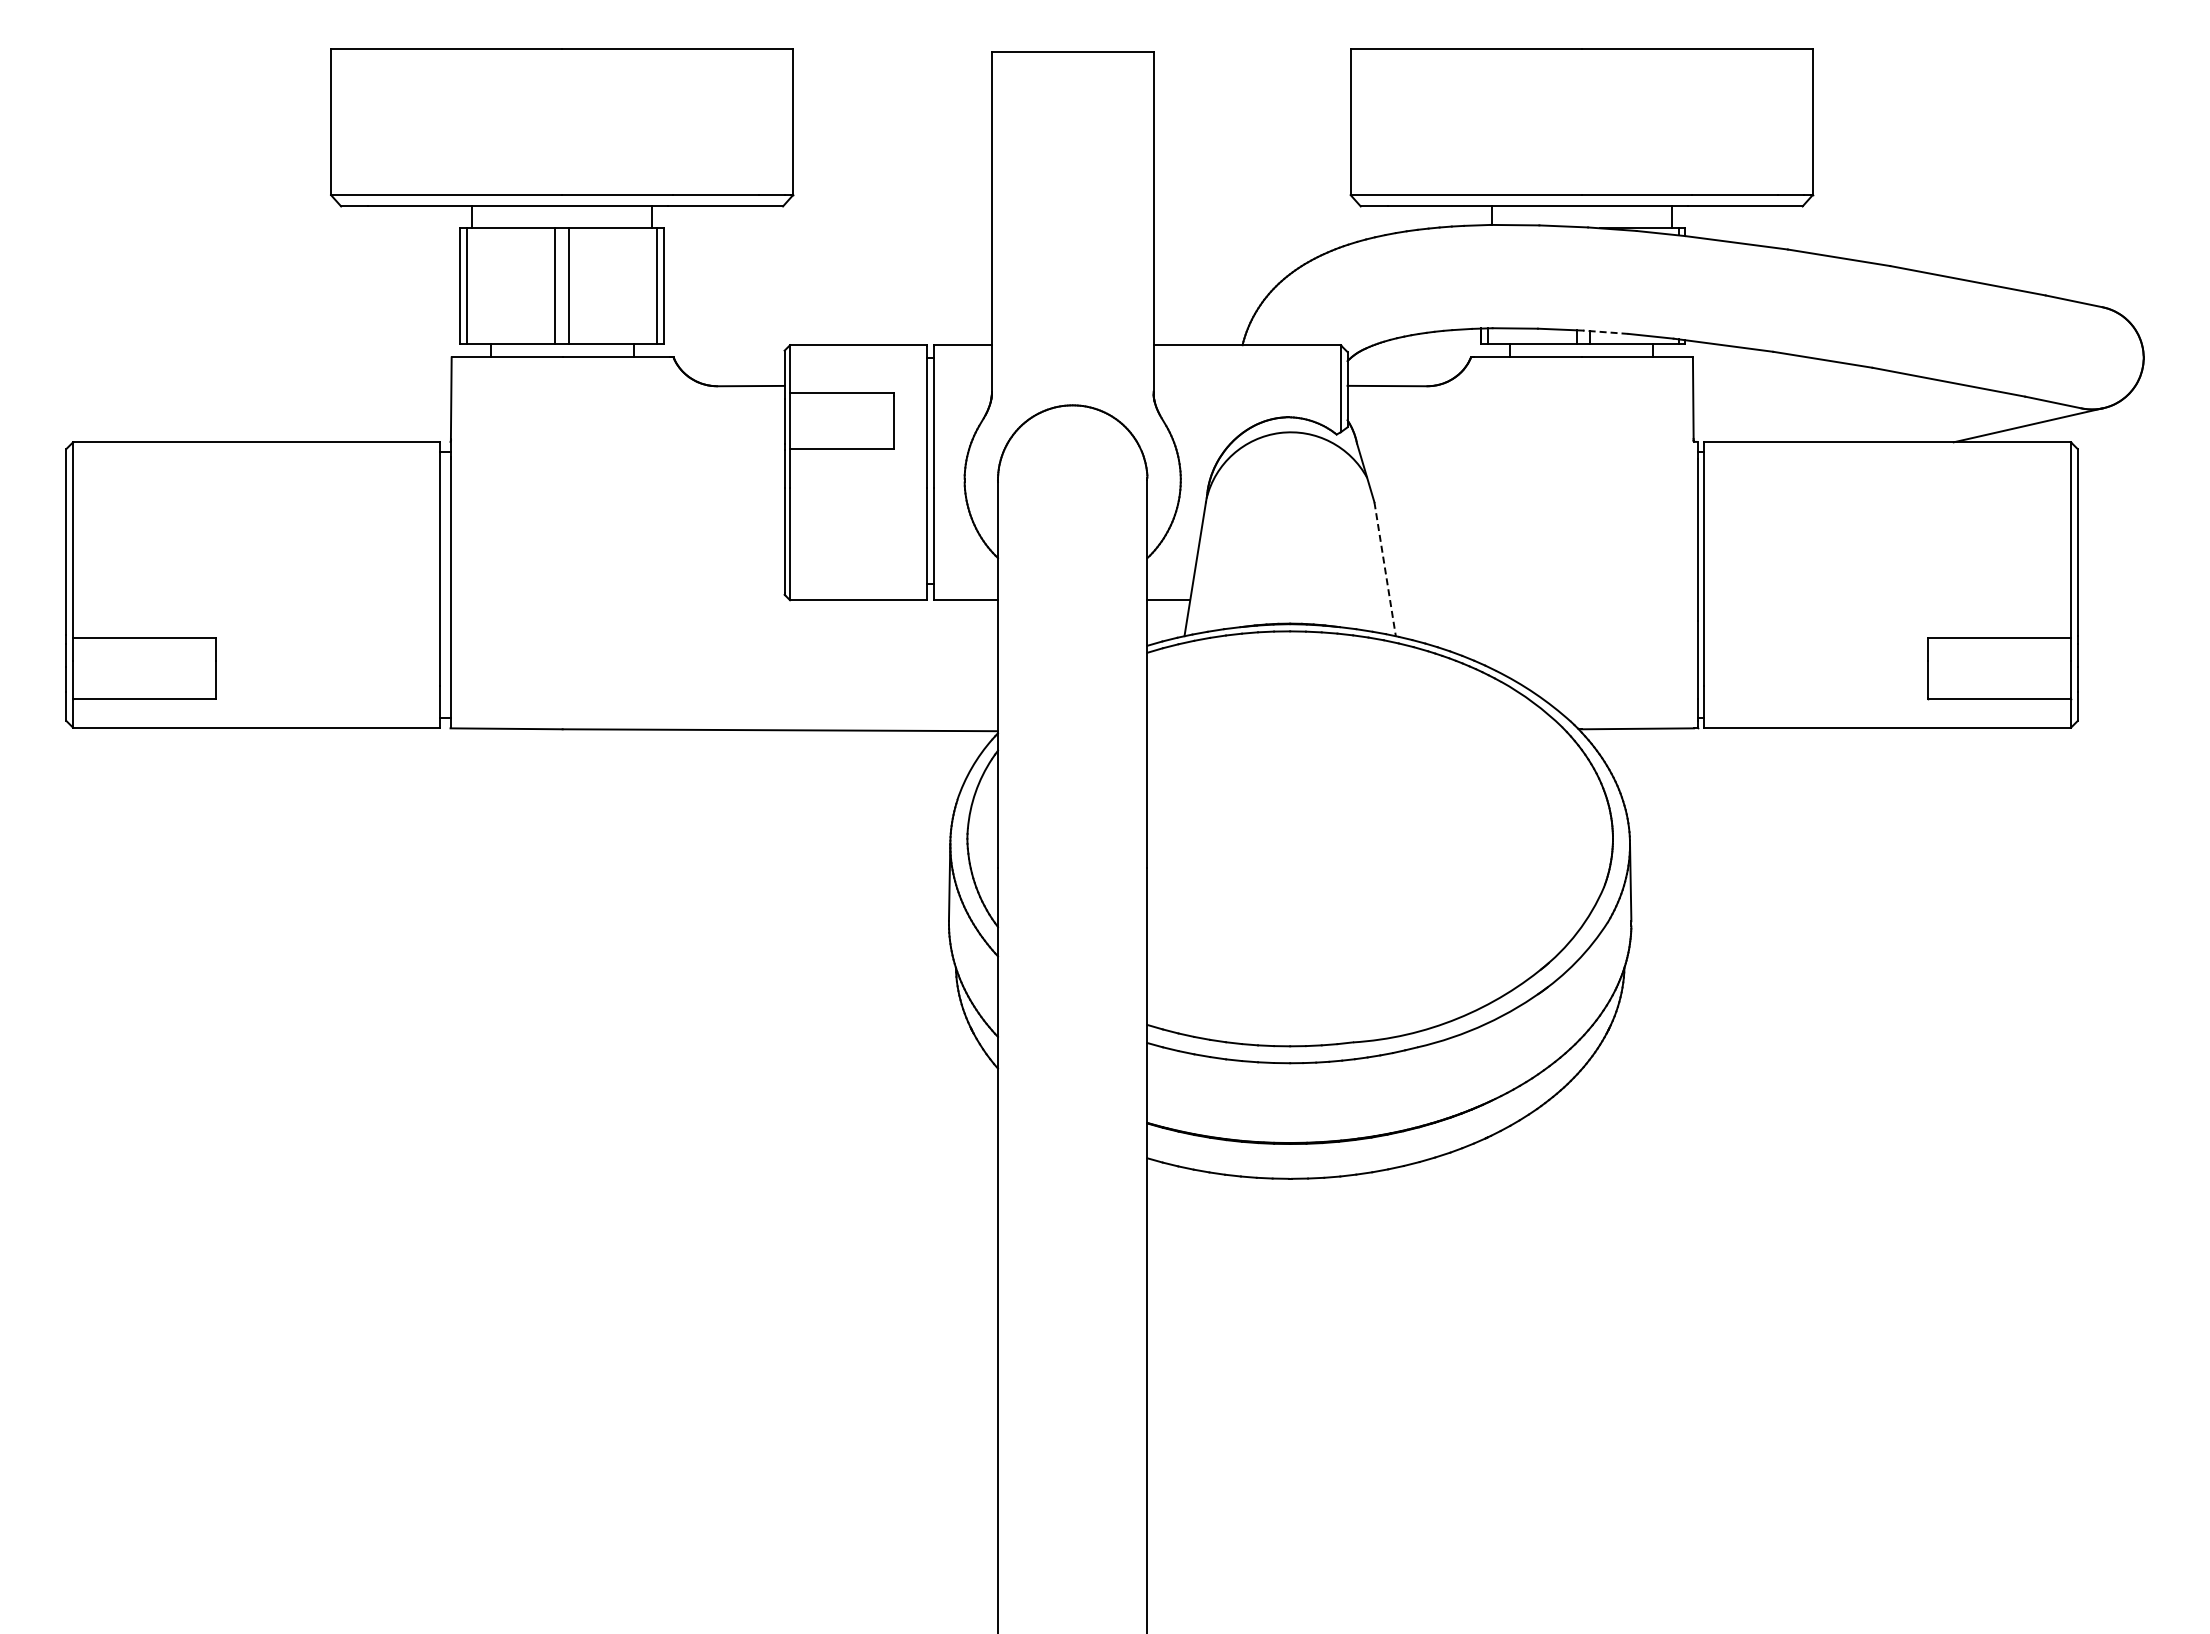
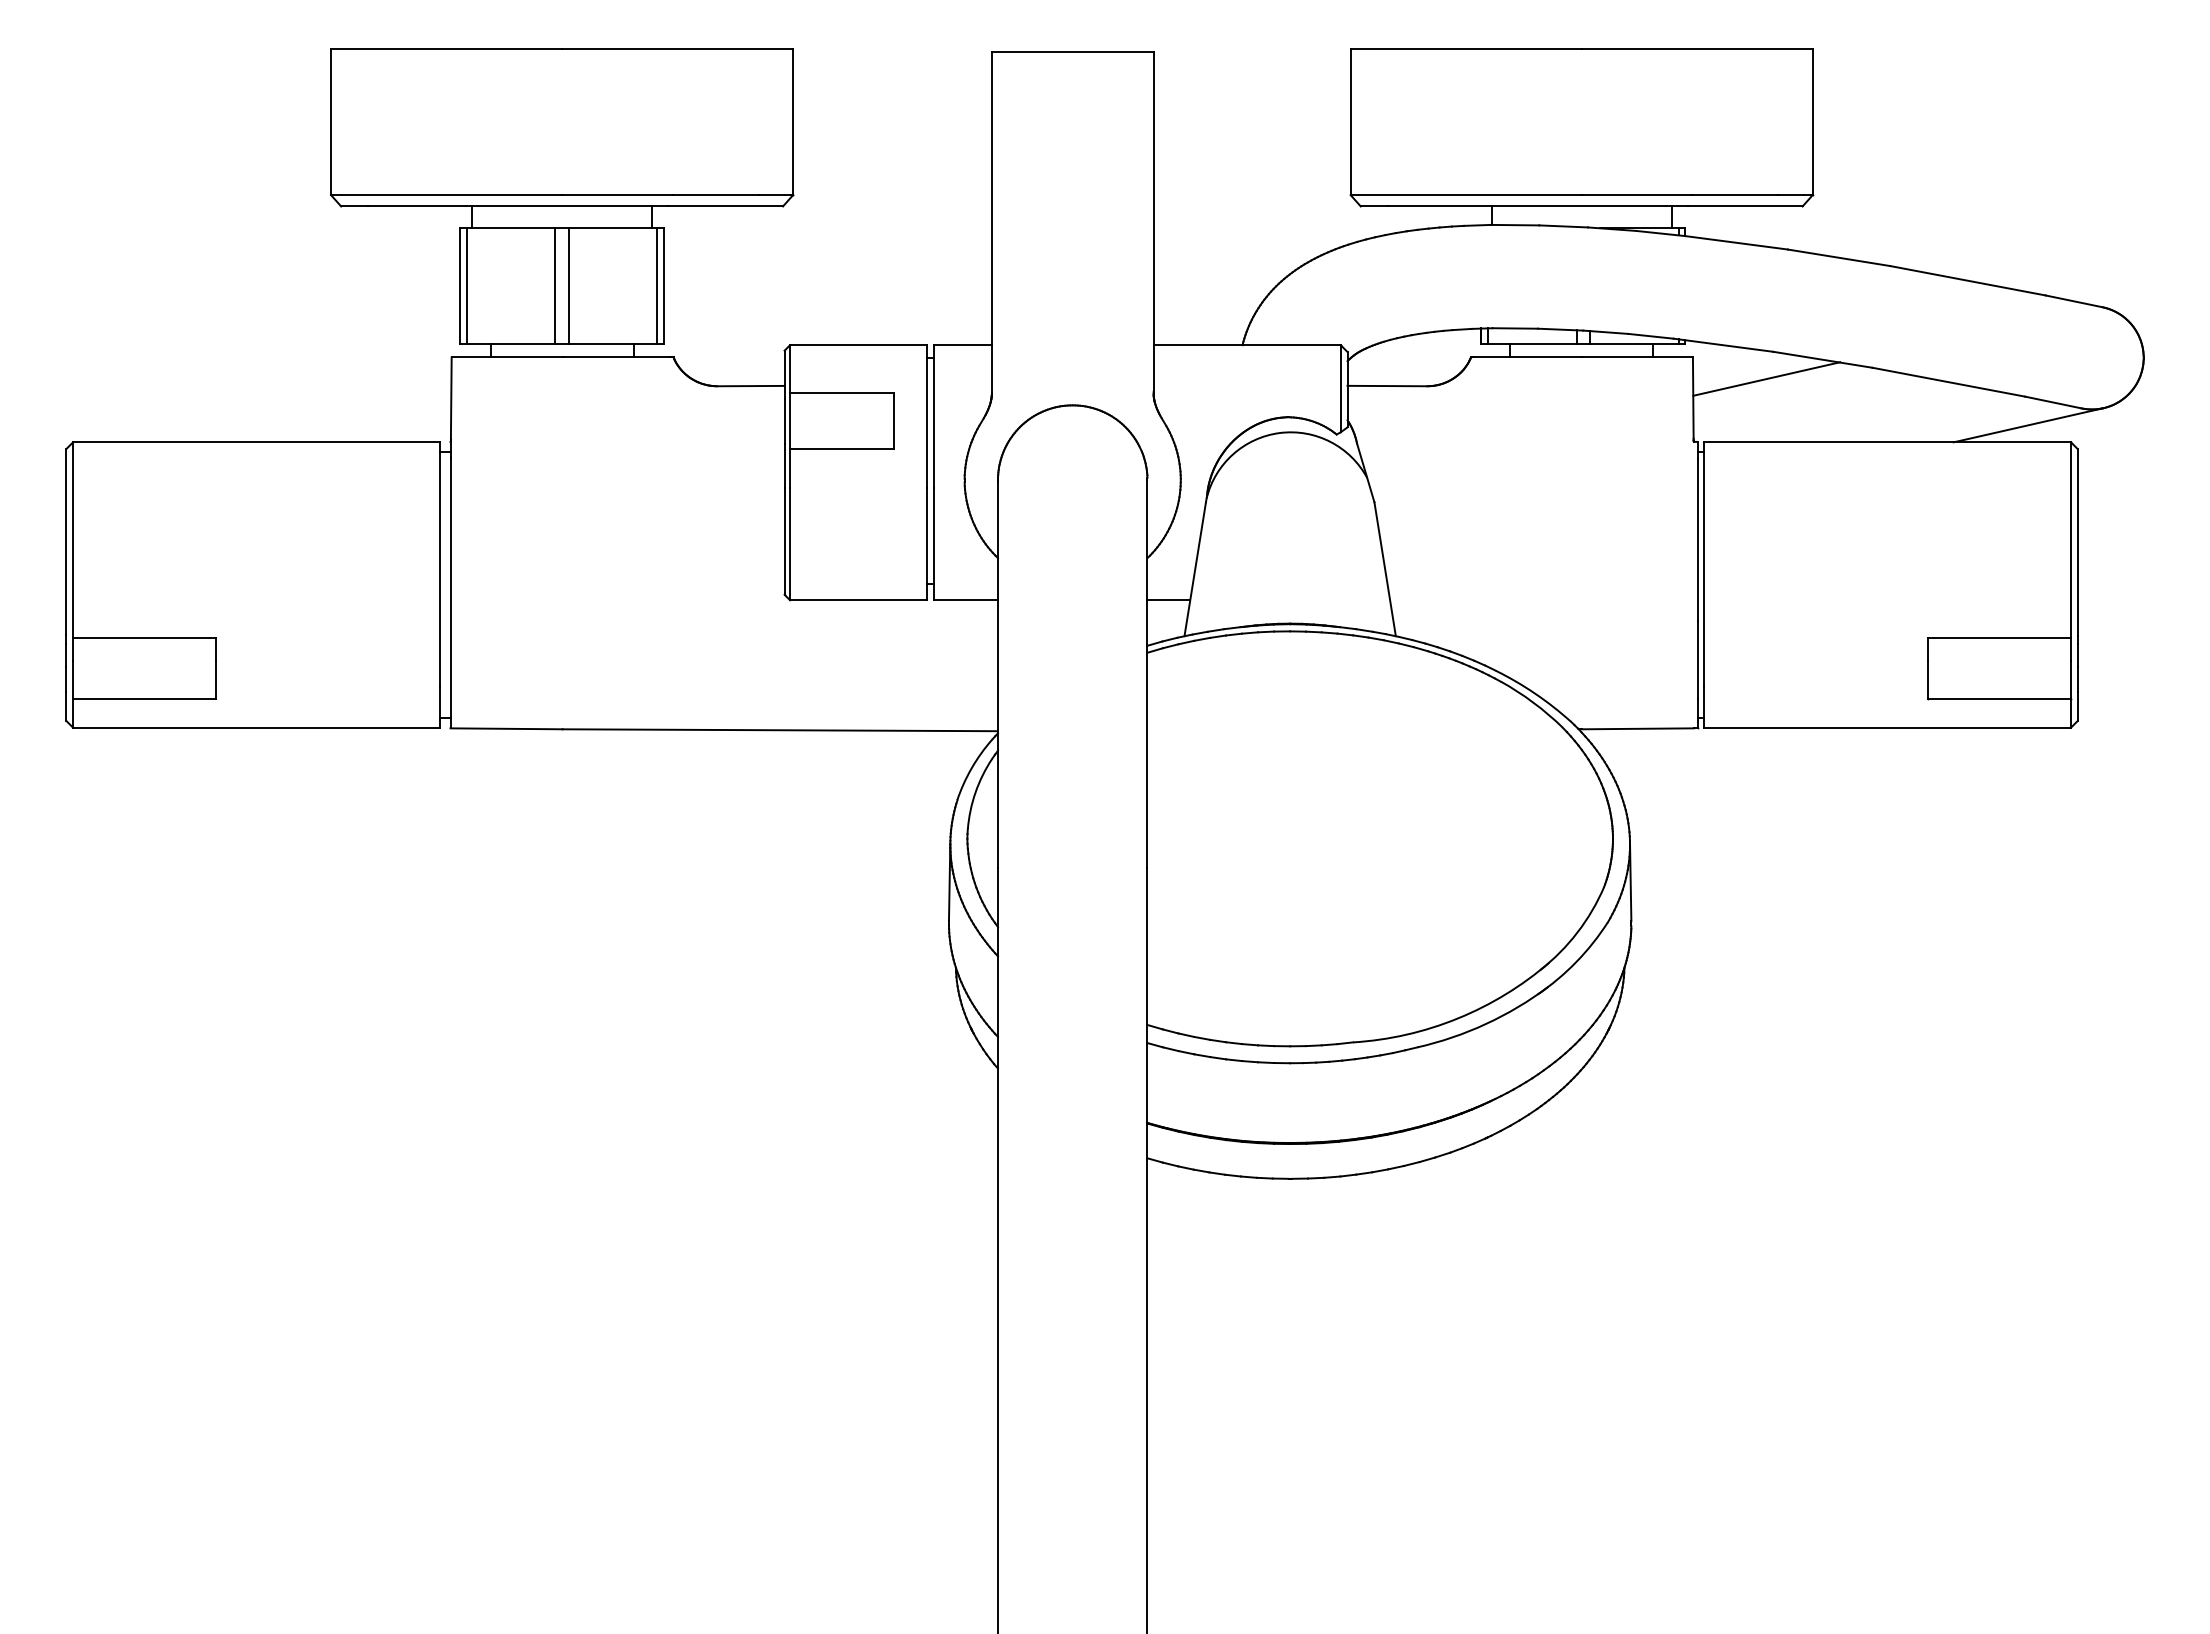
line at (1605, 332): dashed -> solid
line at (1766, 378): none -> present
line at (1385, 569): dashed -> solid
